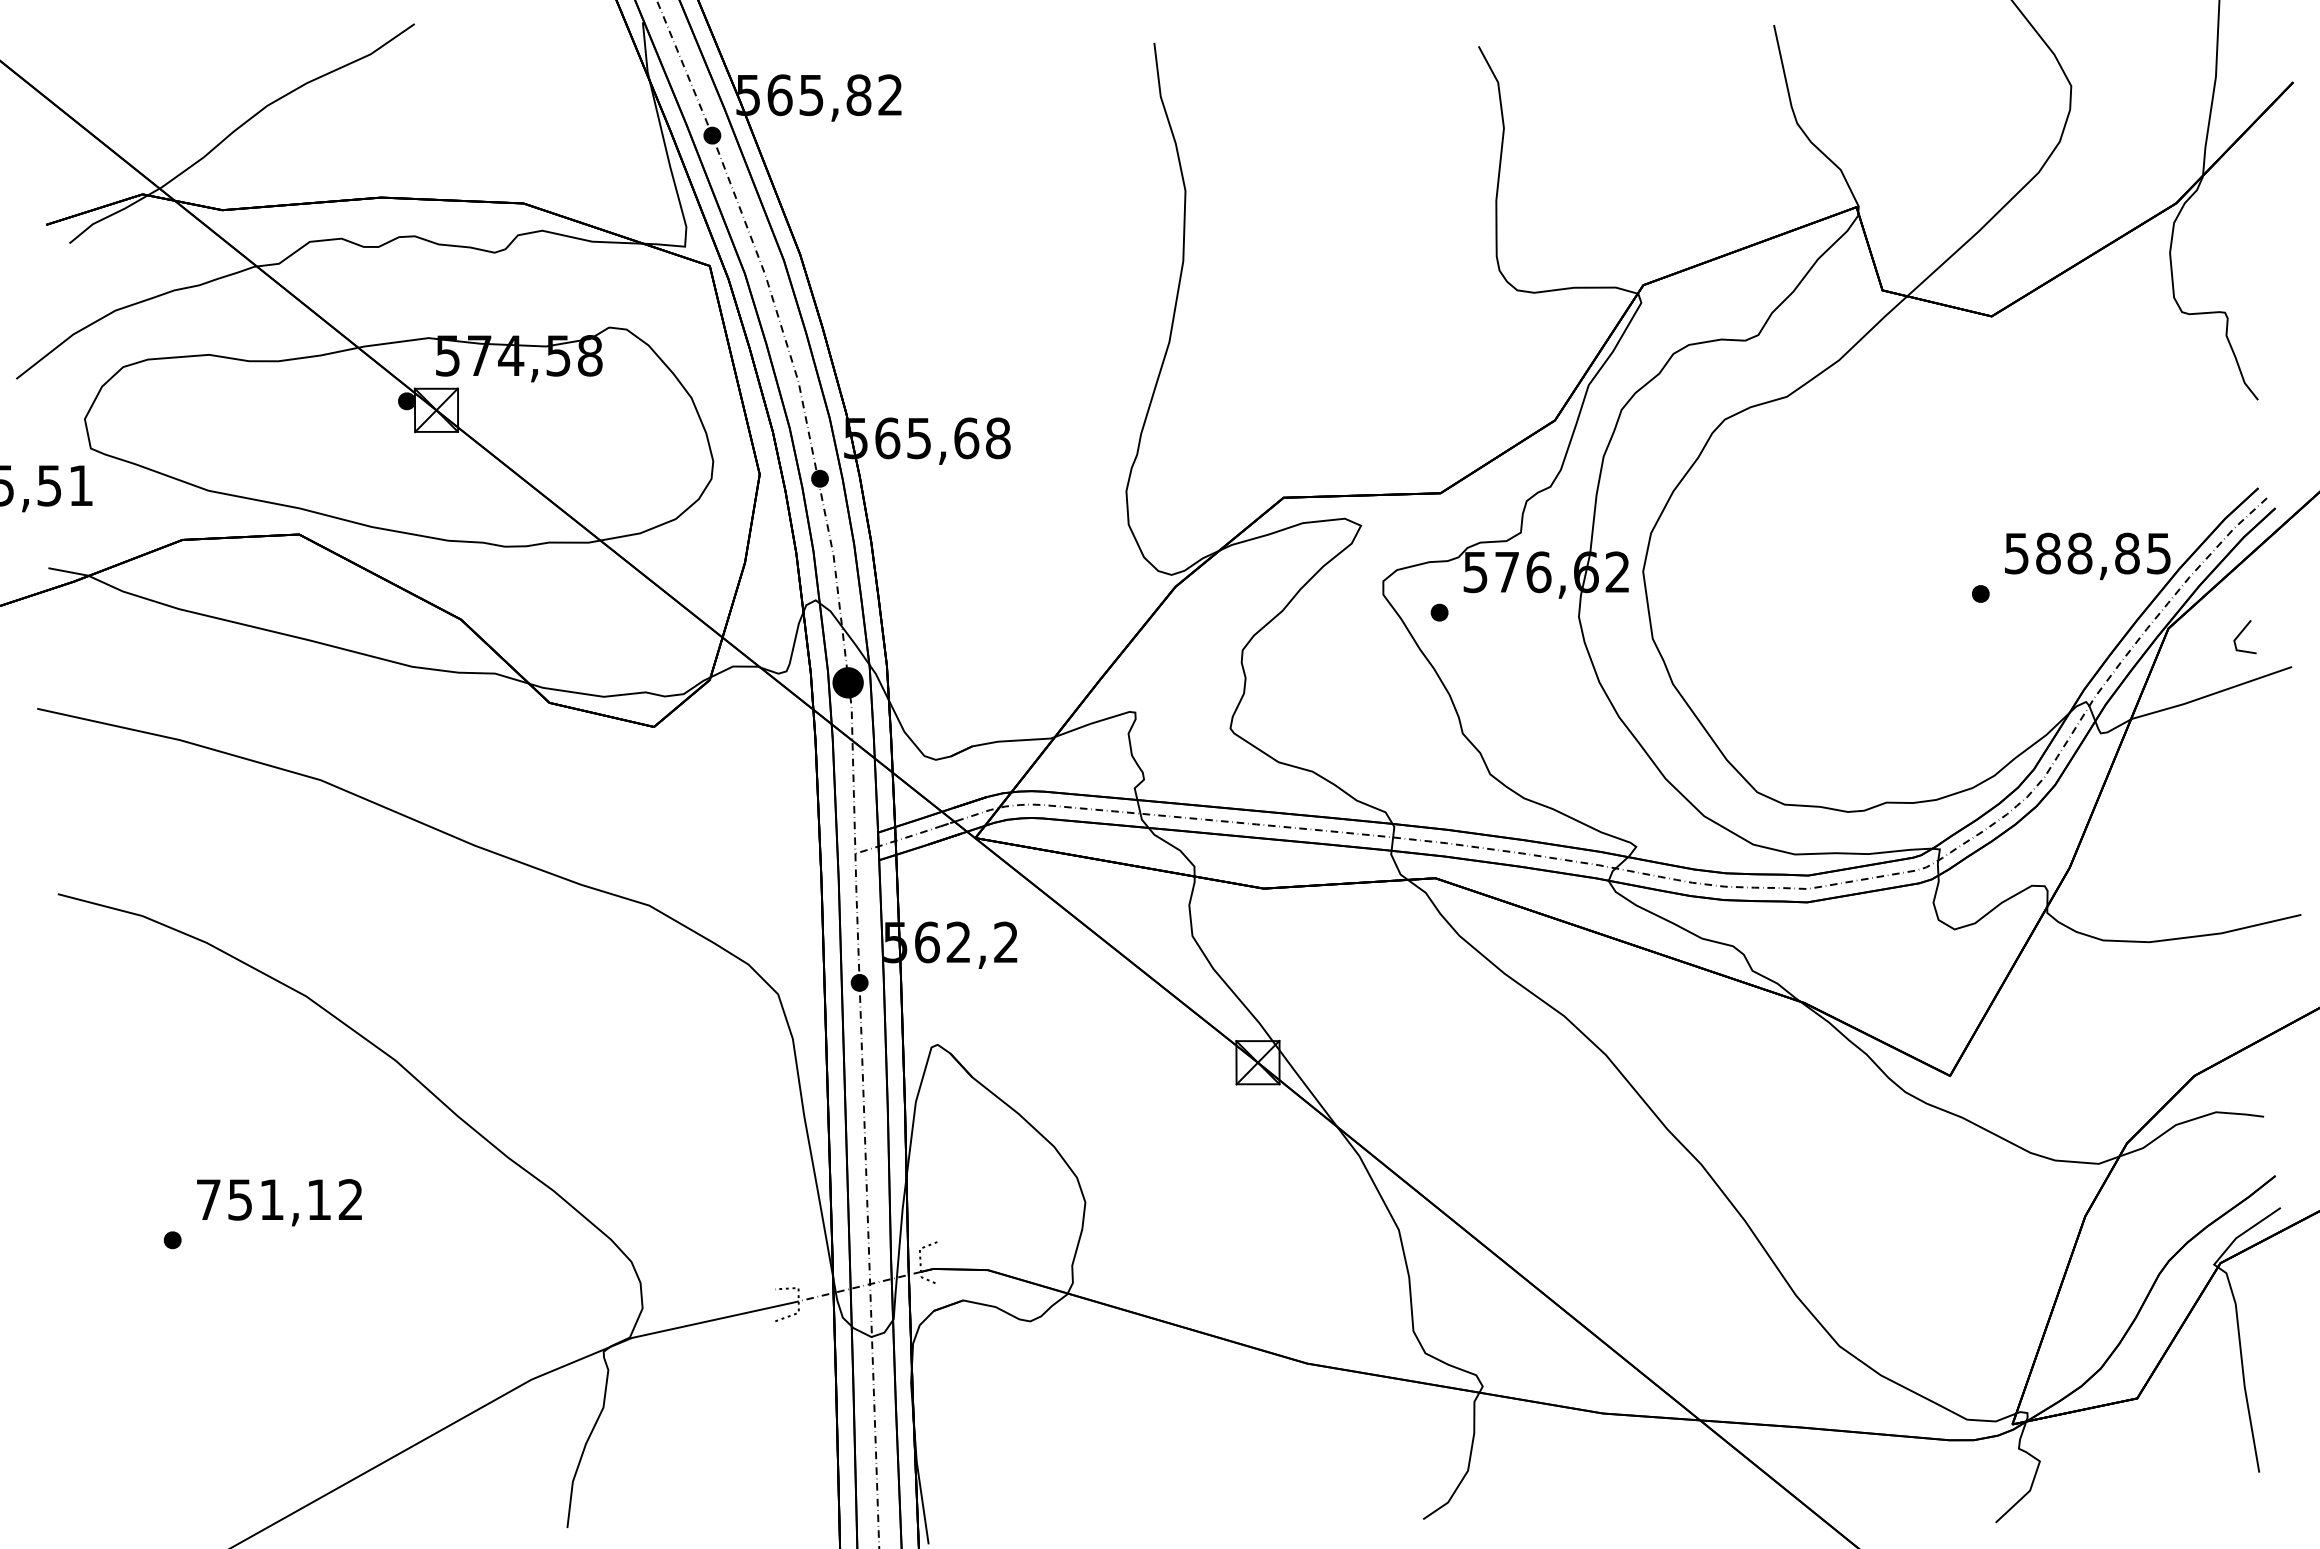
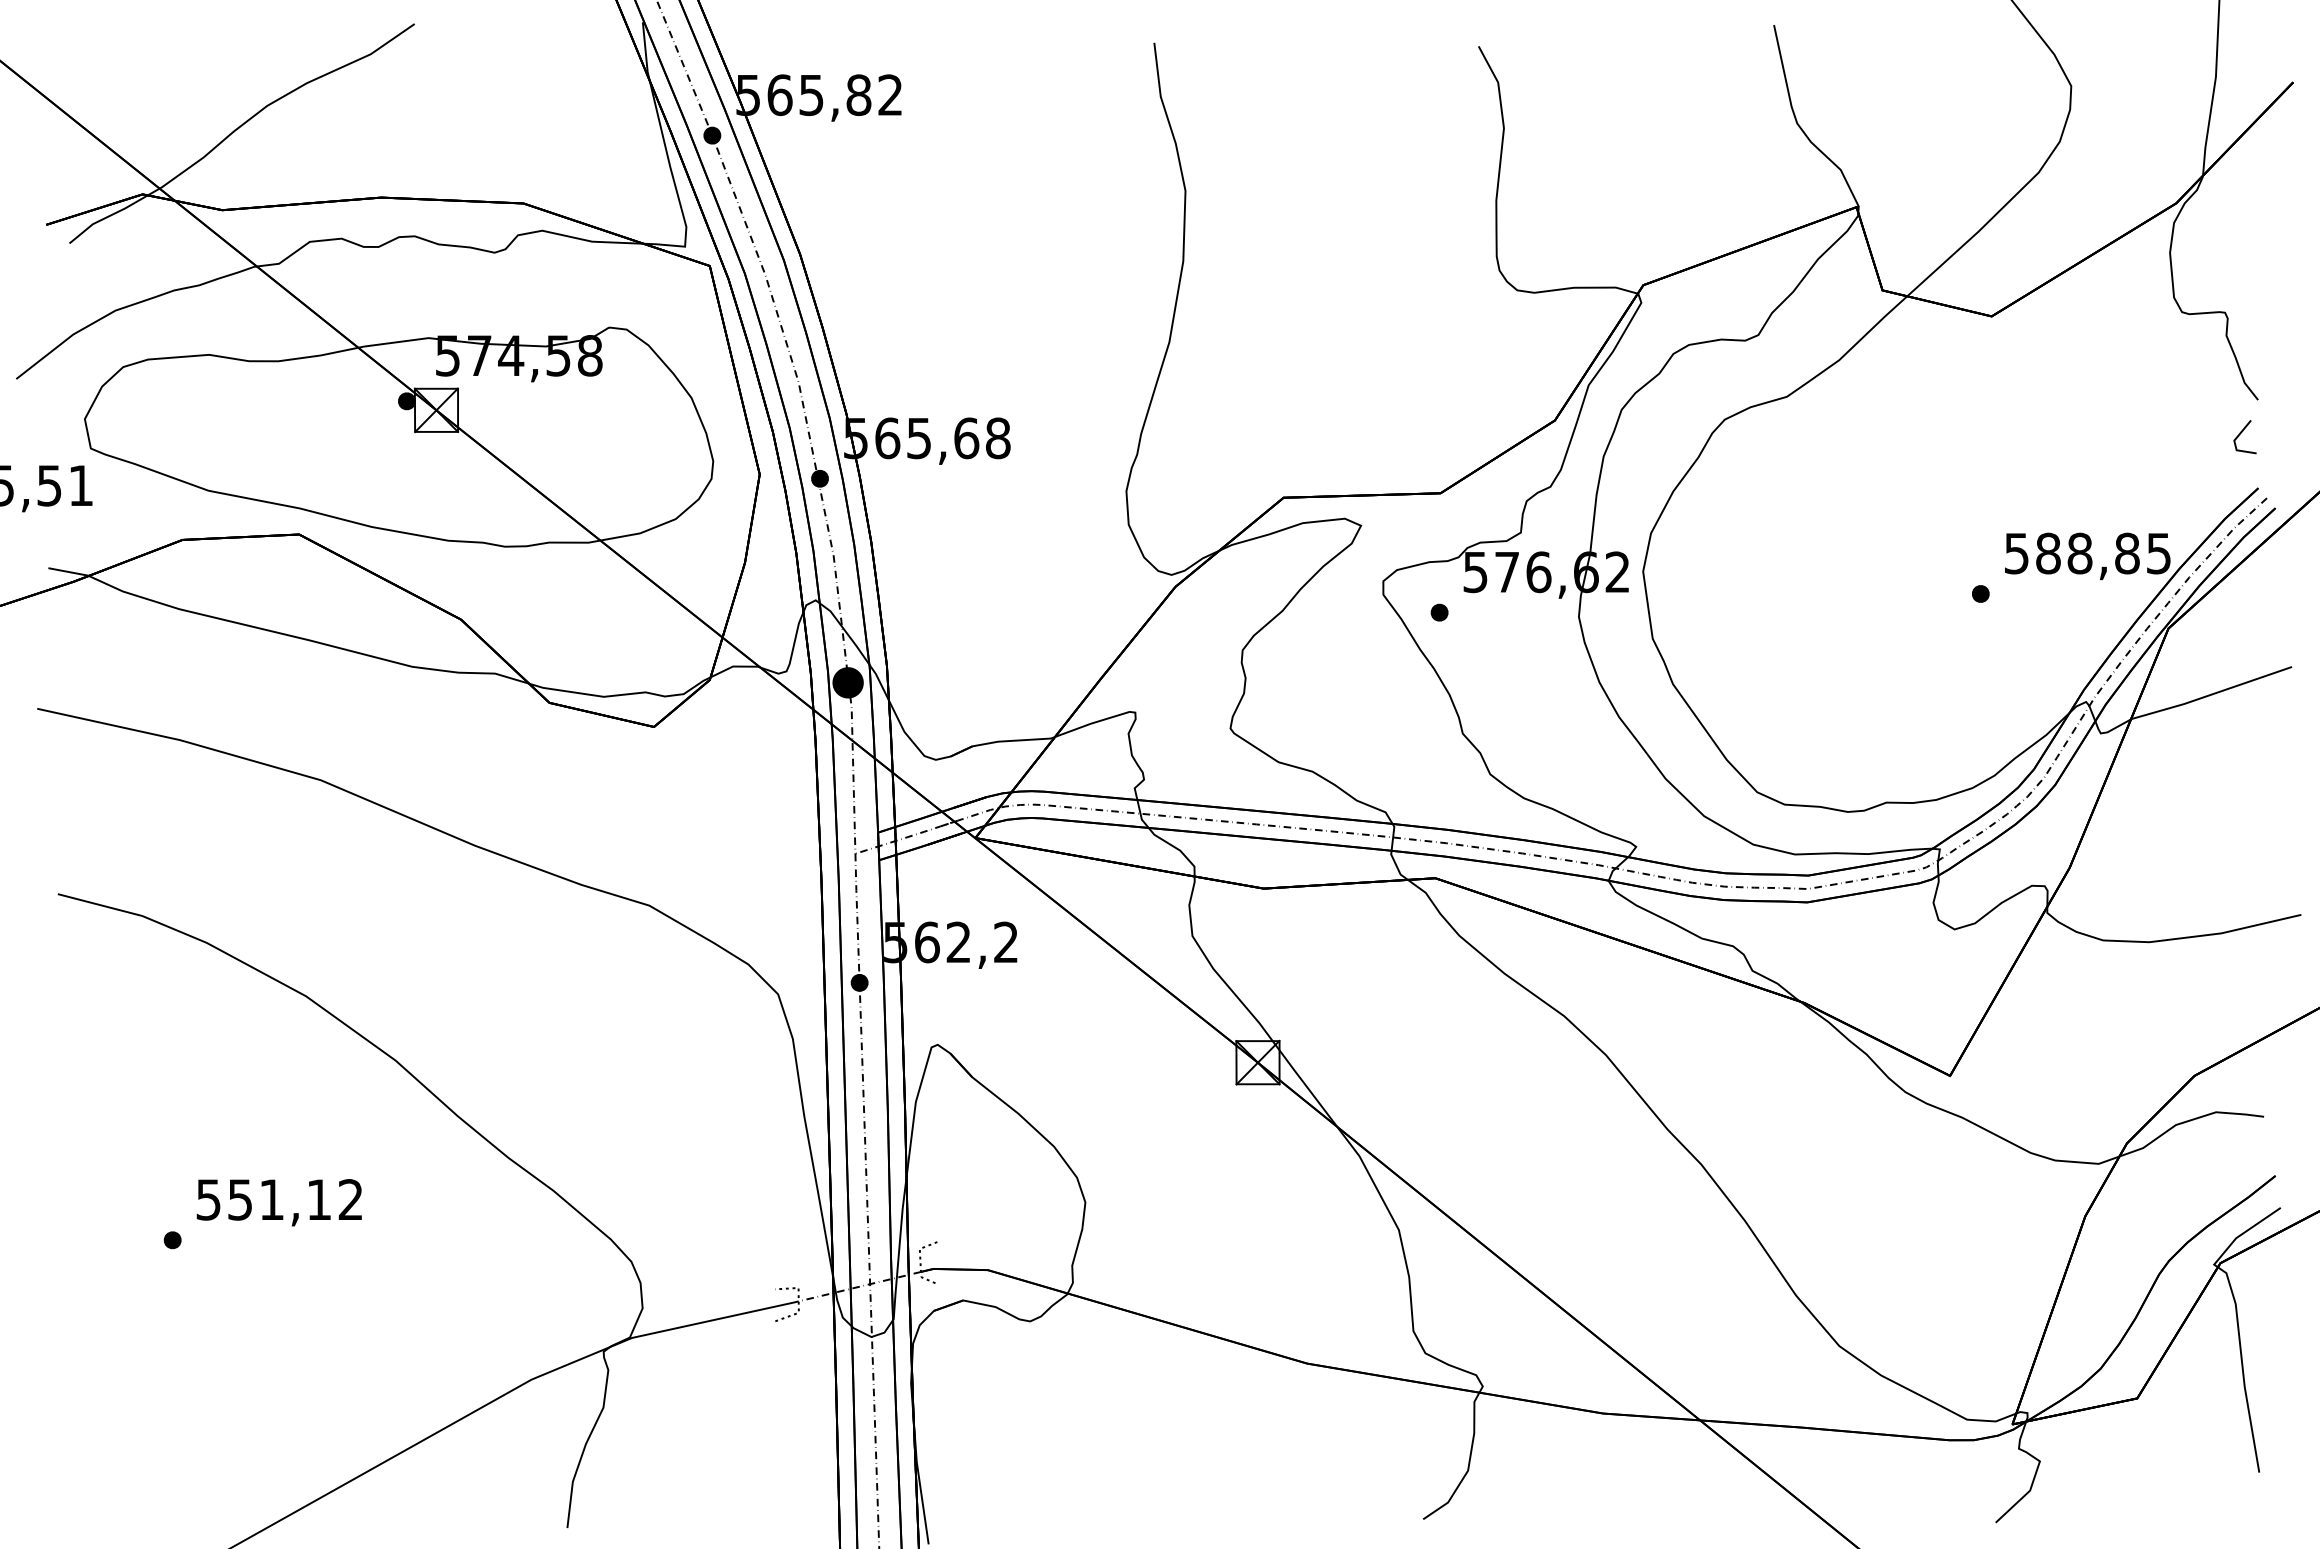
line at (2241, 633) position: (2241, 633) -> (2241, 433)
text at (208, 1199): 751,12 -> 551,12
